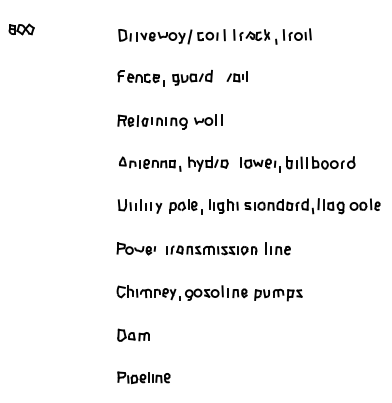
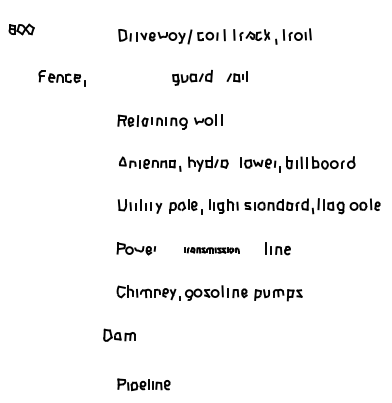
part at (140, 78) position: (140, 78) -> (61, 78)
part at (211, 250) size: 92x11 px -> 56x7 px
part at (133, 334) position: (133, 334) -> (119, 334)
part at (143, 377) position: (143, 377) -> (143, 384)
